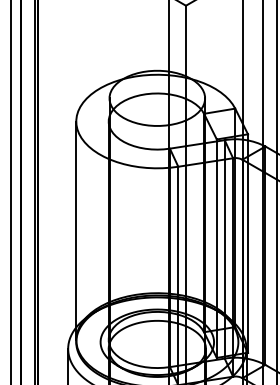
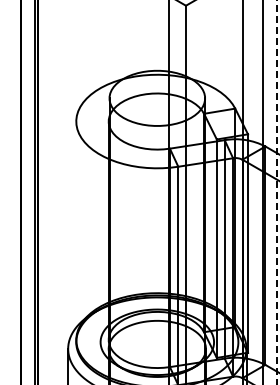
line at (10, 191): present -> none
line at (277, 192): solid -> dashed
line at (76, 230): present -> none
